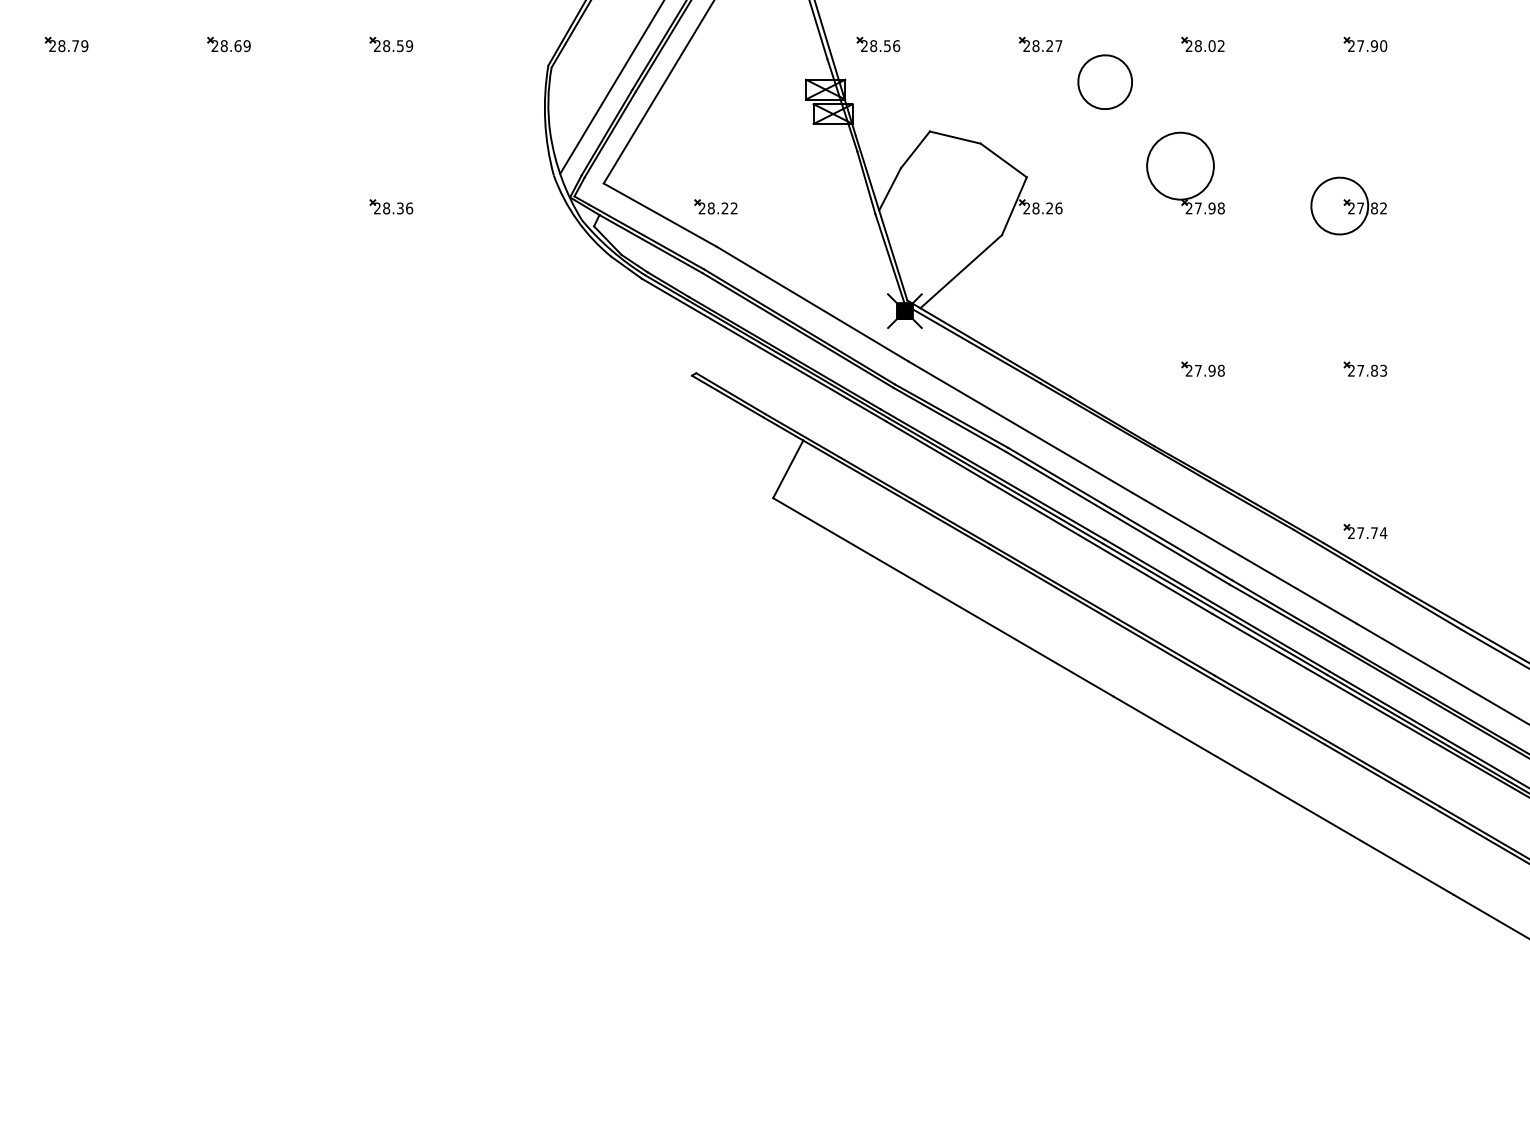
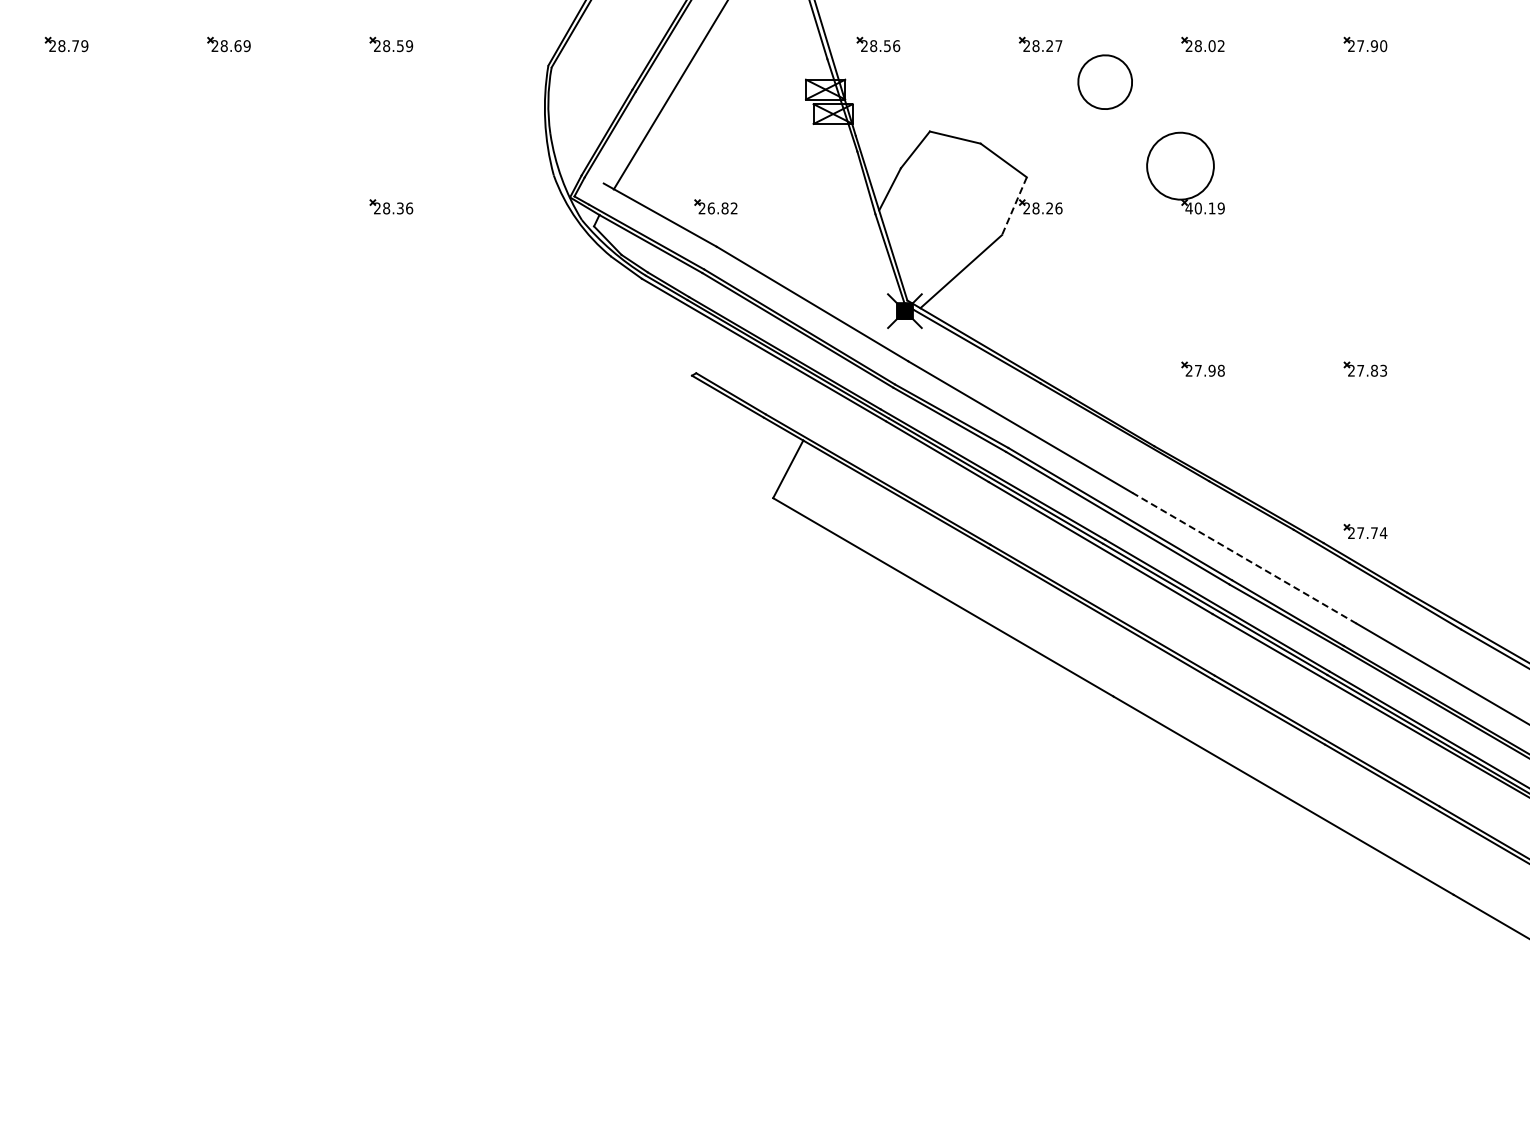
line at (611, 87): present -> none
line at (658, 92) position: (658, 92) -> (669, 95)
part at (1348, 205): present -> none
line at (1014, 206): solid -> dashed
text at (717, 208): 28.22 -> 26.82
text at (1204, 208): 27.98 -> 40.19
line at (1244, 558): solid -> dashed
